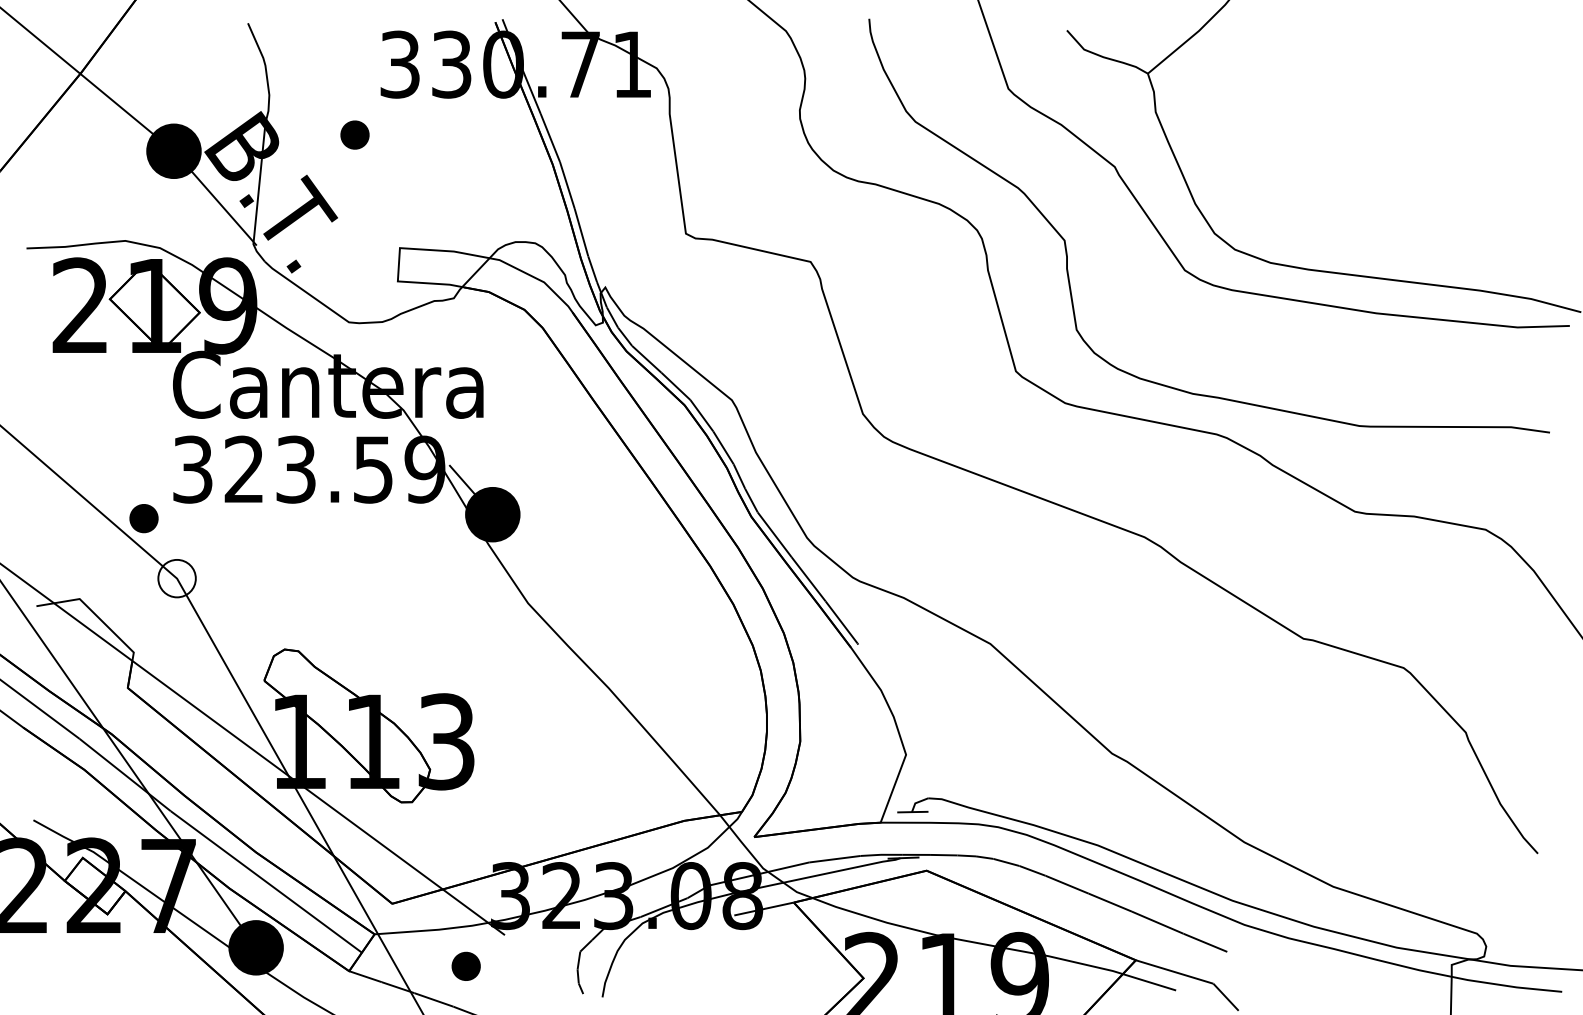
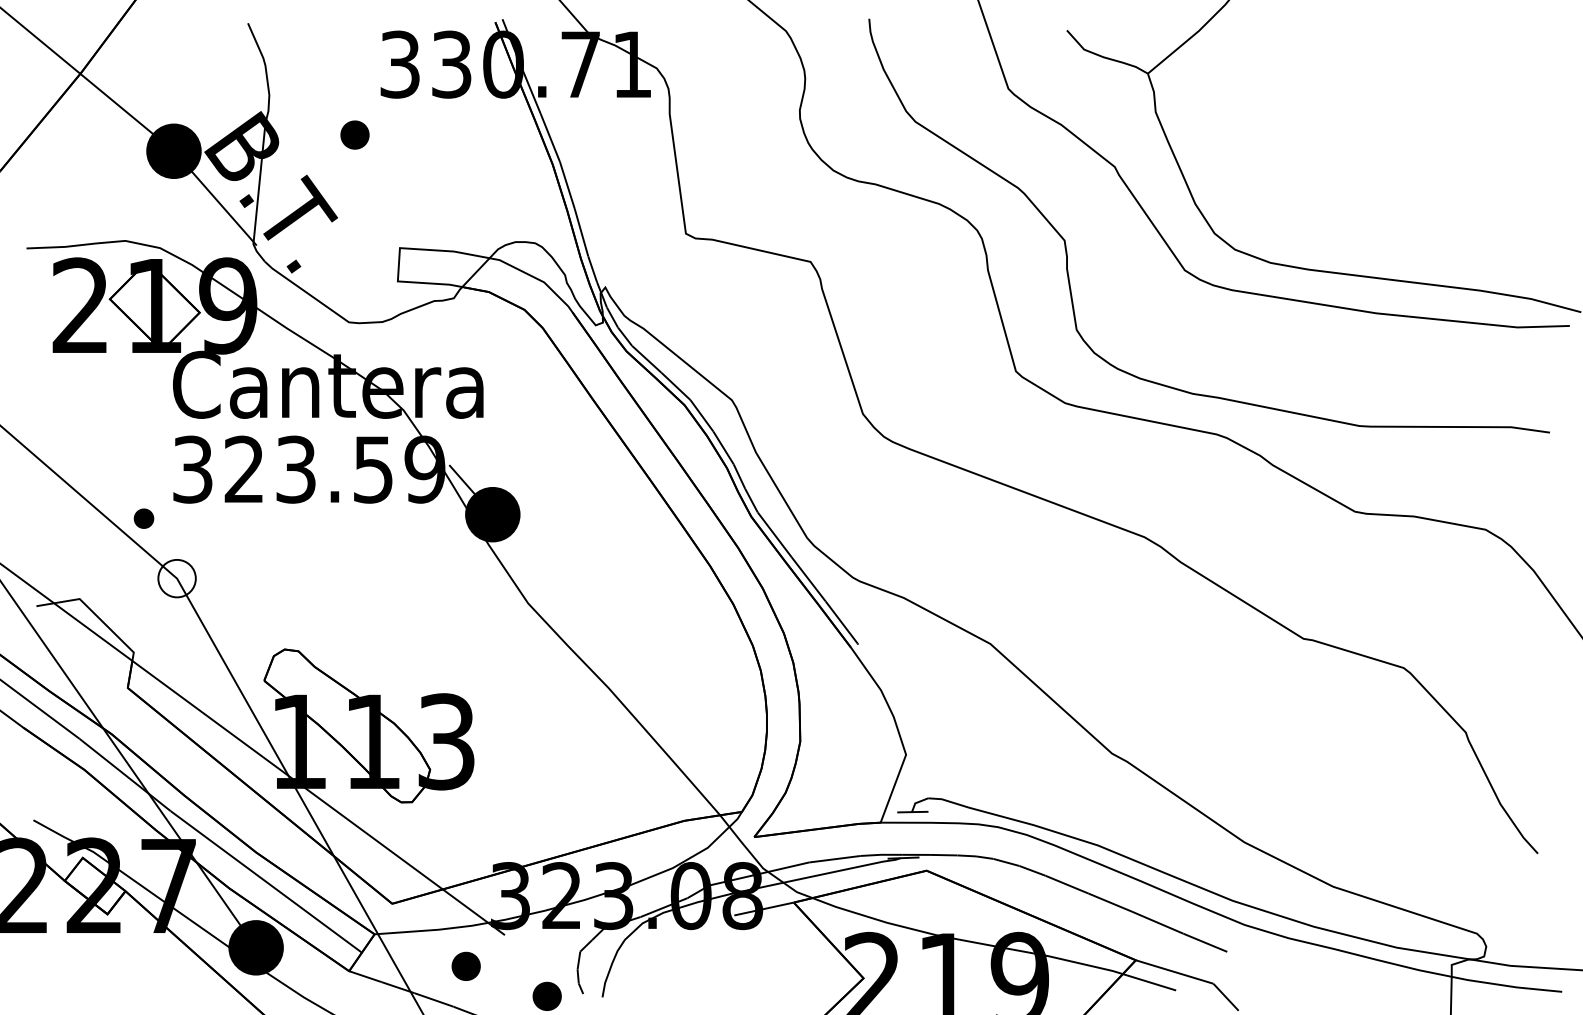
part at (143, 518) size: 30x30 px -> 22x21 px
part at (546, 995): none -> present
